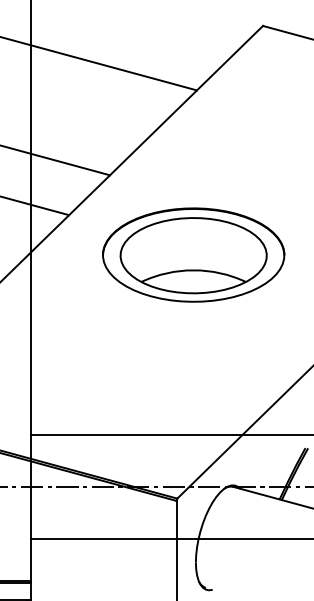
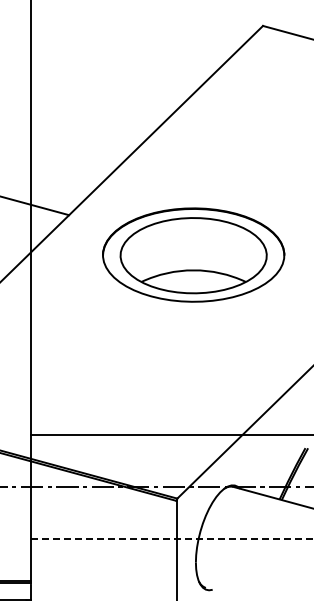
line at (99, 63): present -> none
line at (56, 160): present -> none
line at (172, 539): solid -> dashed
